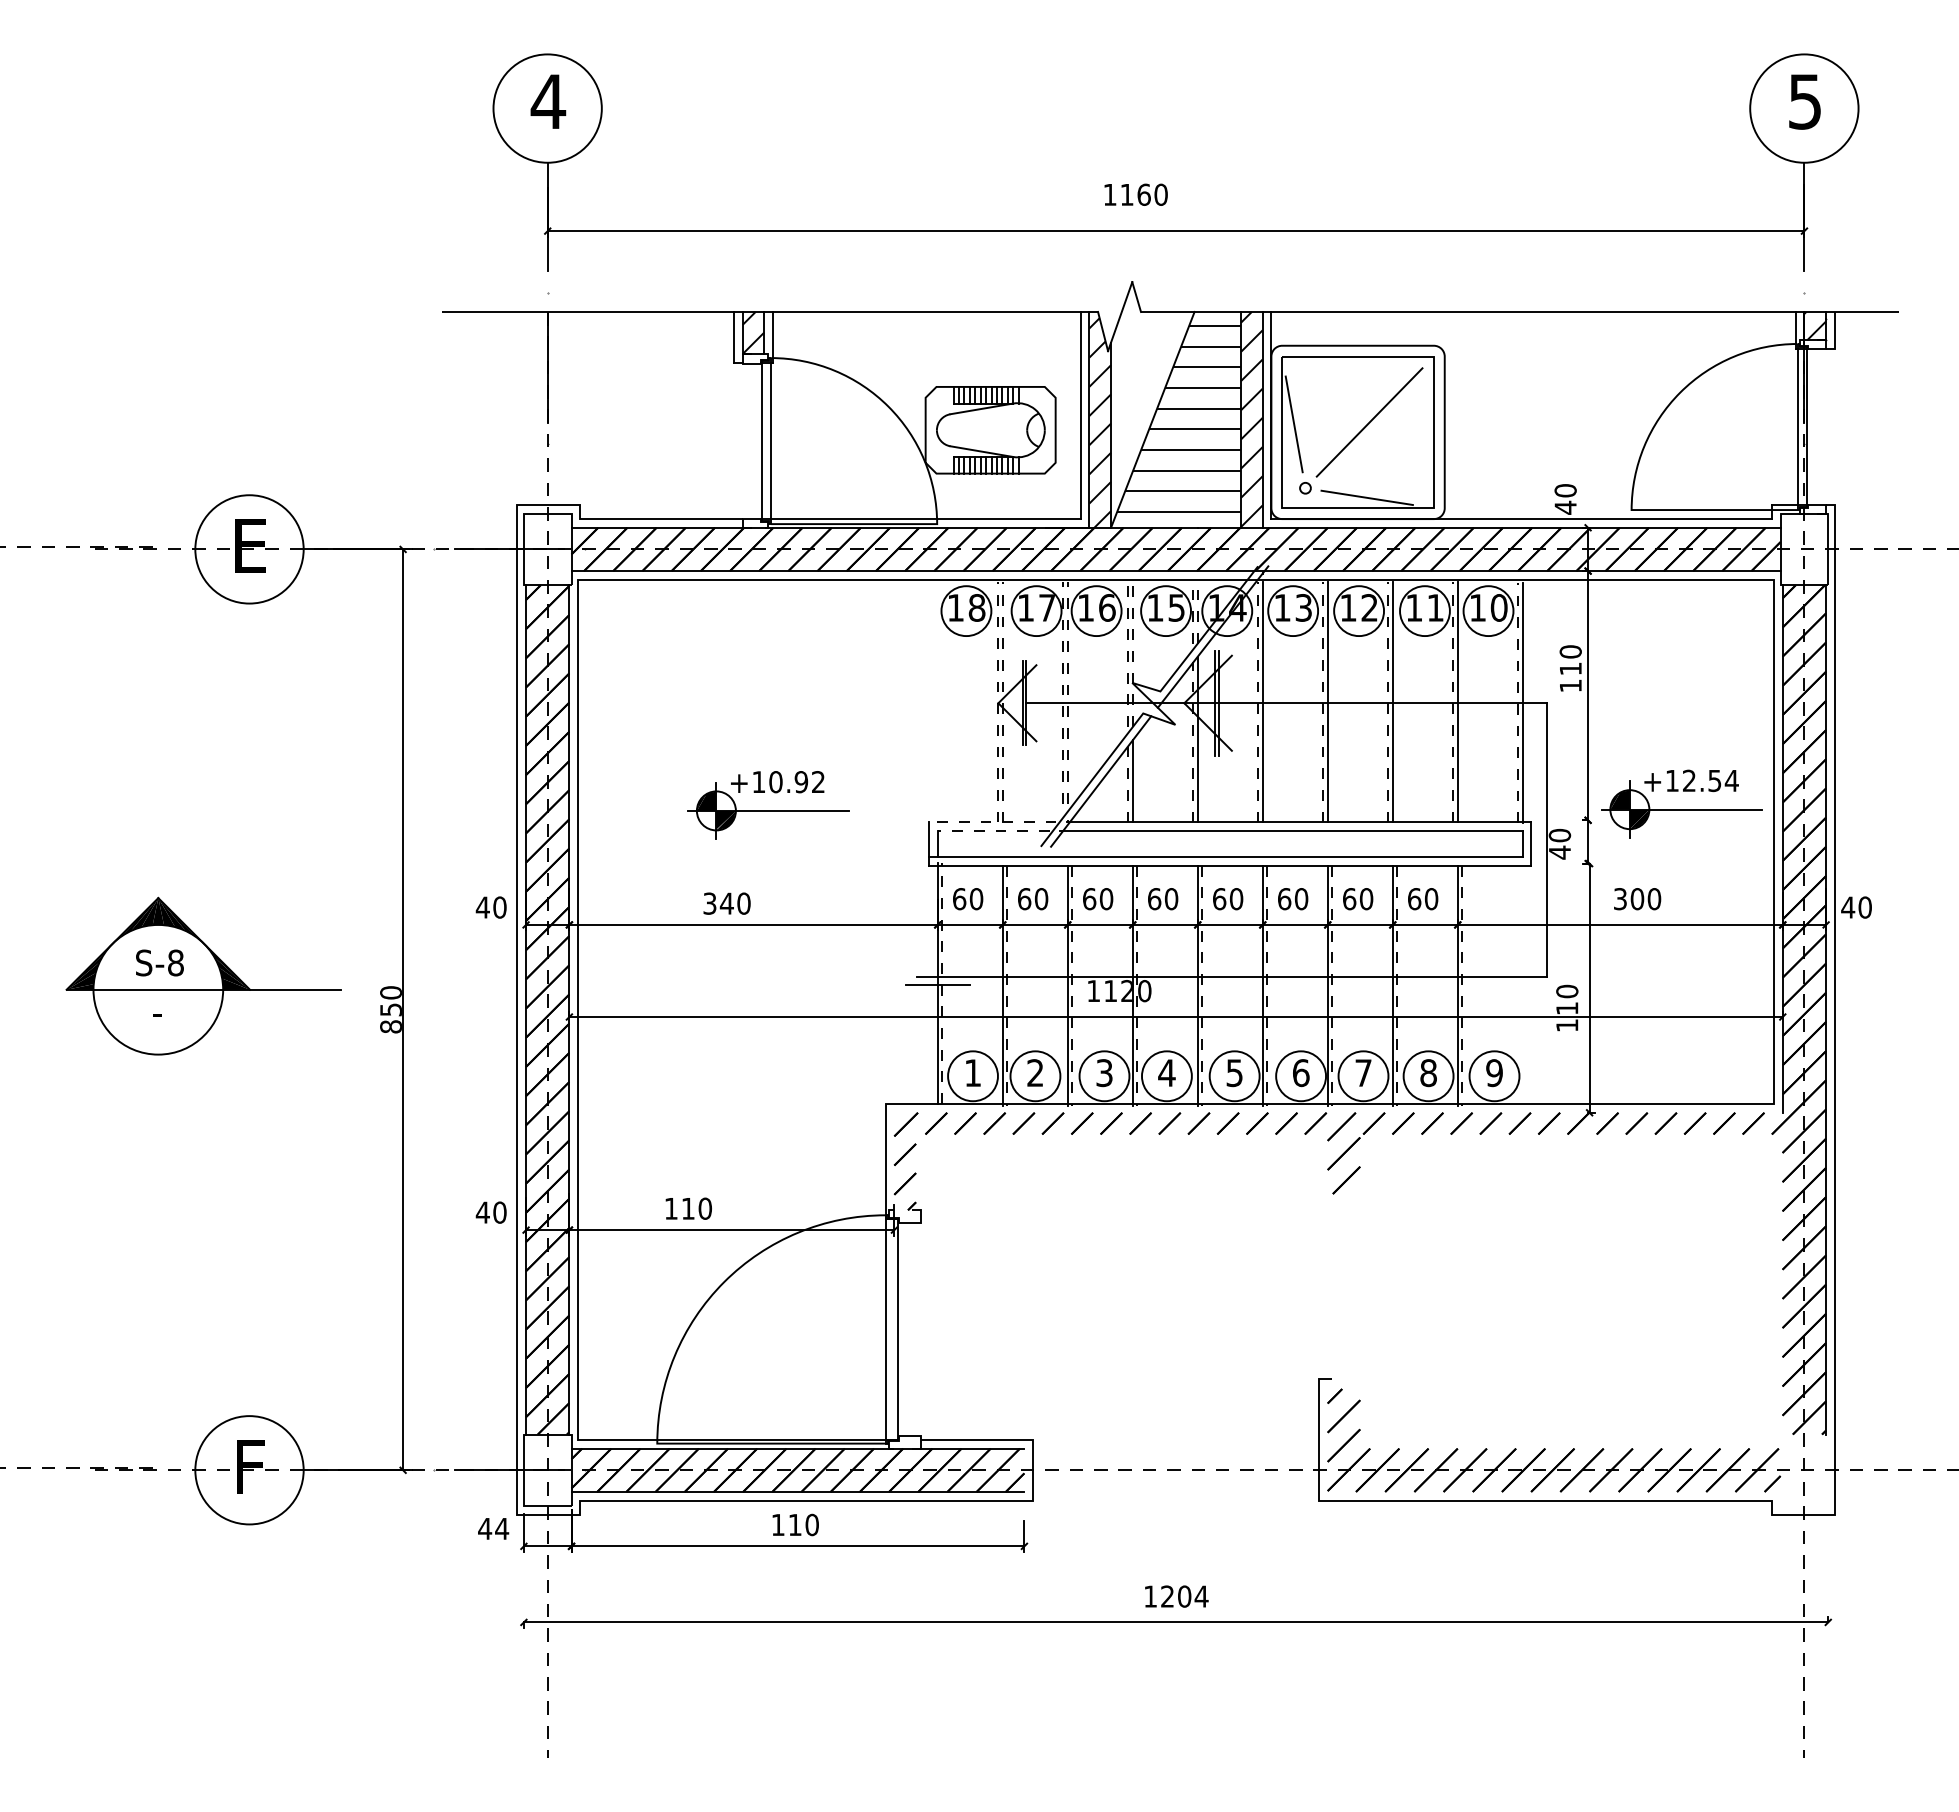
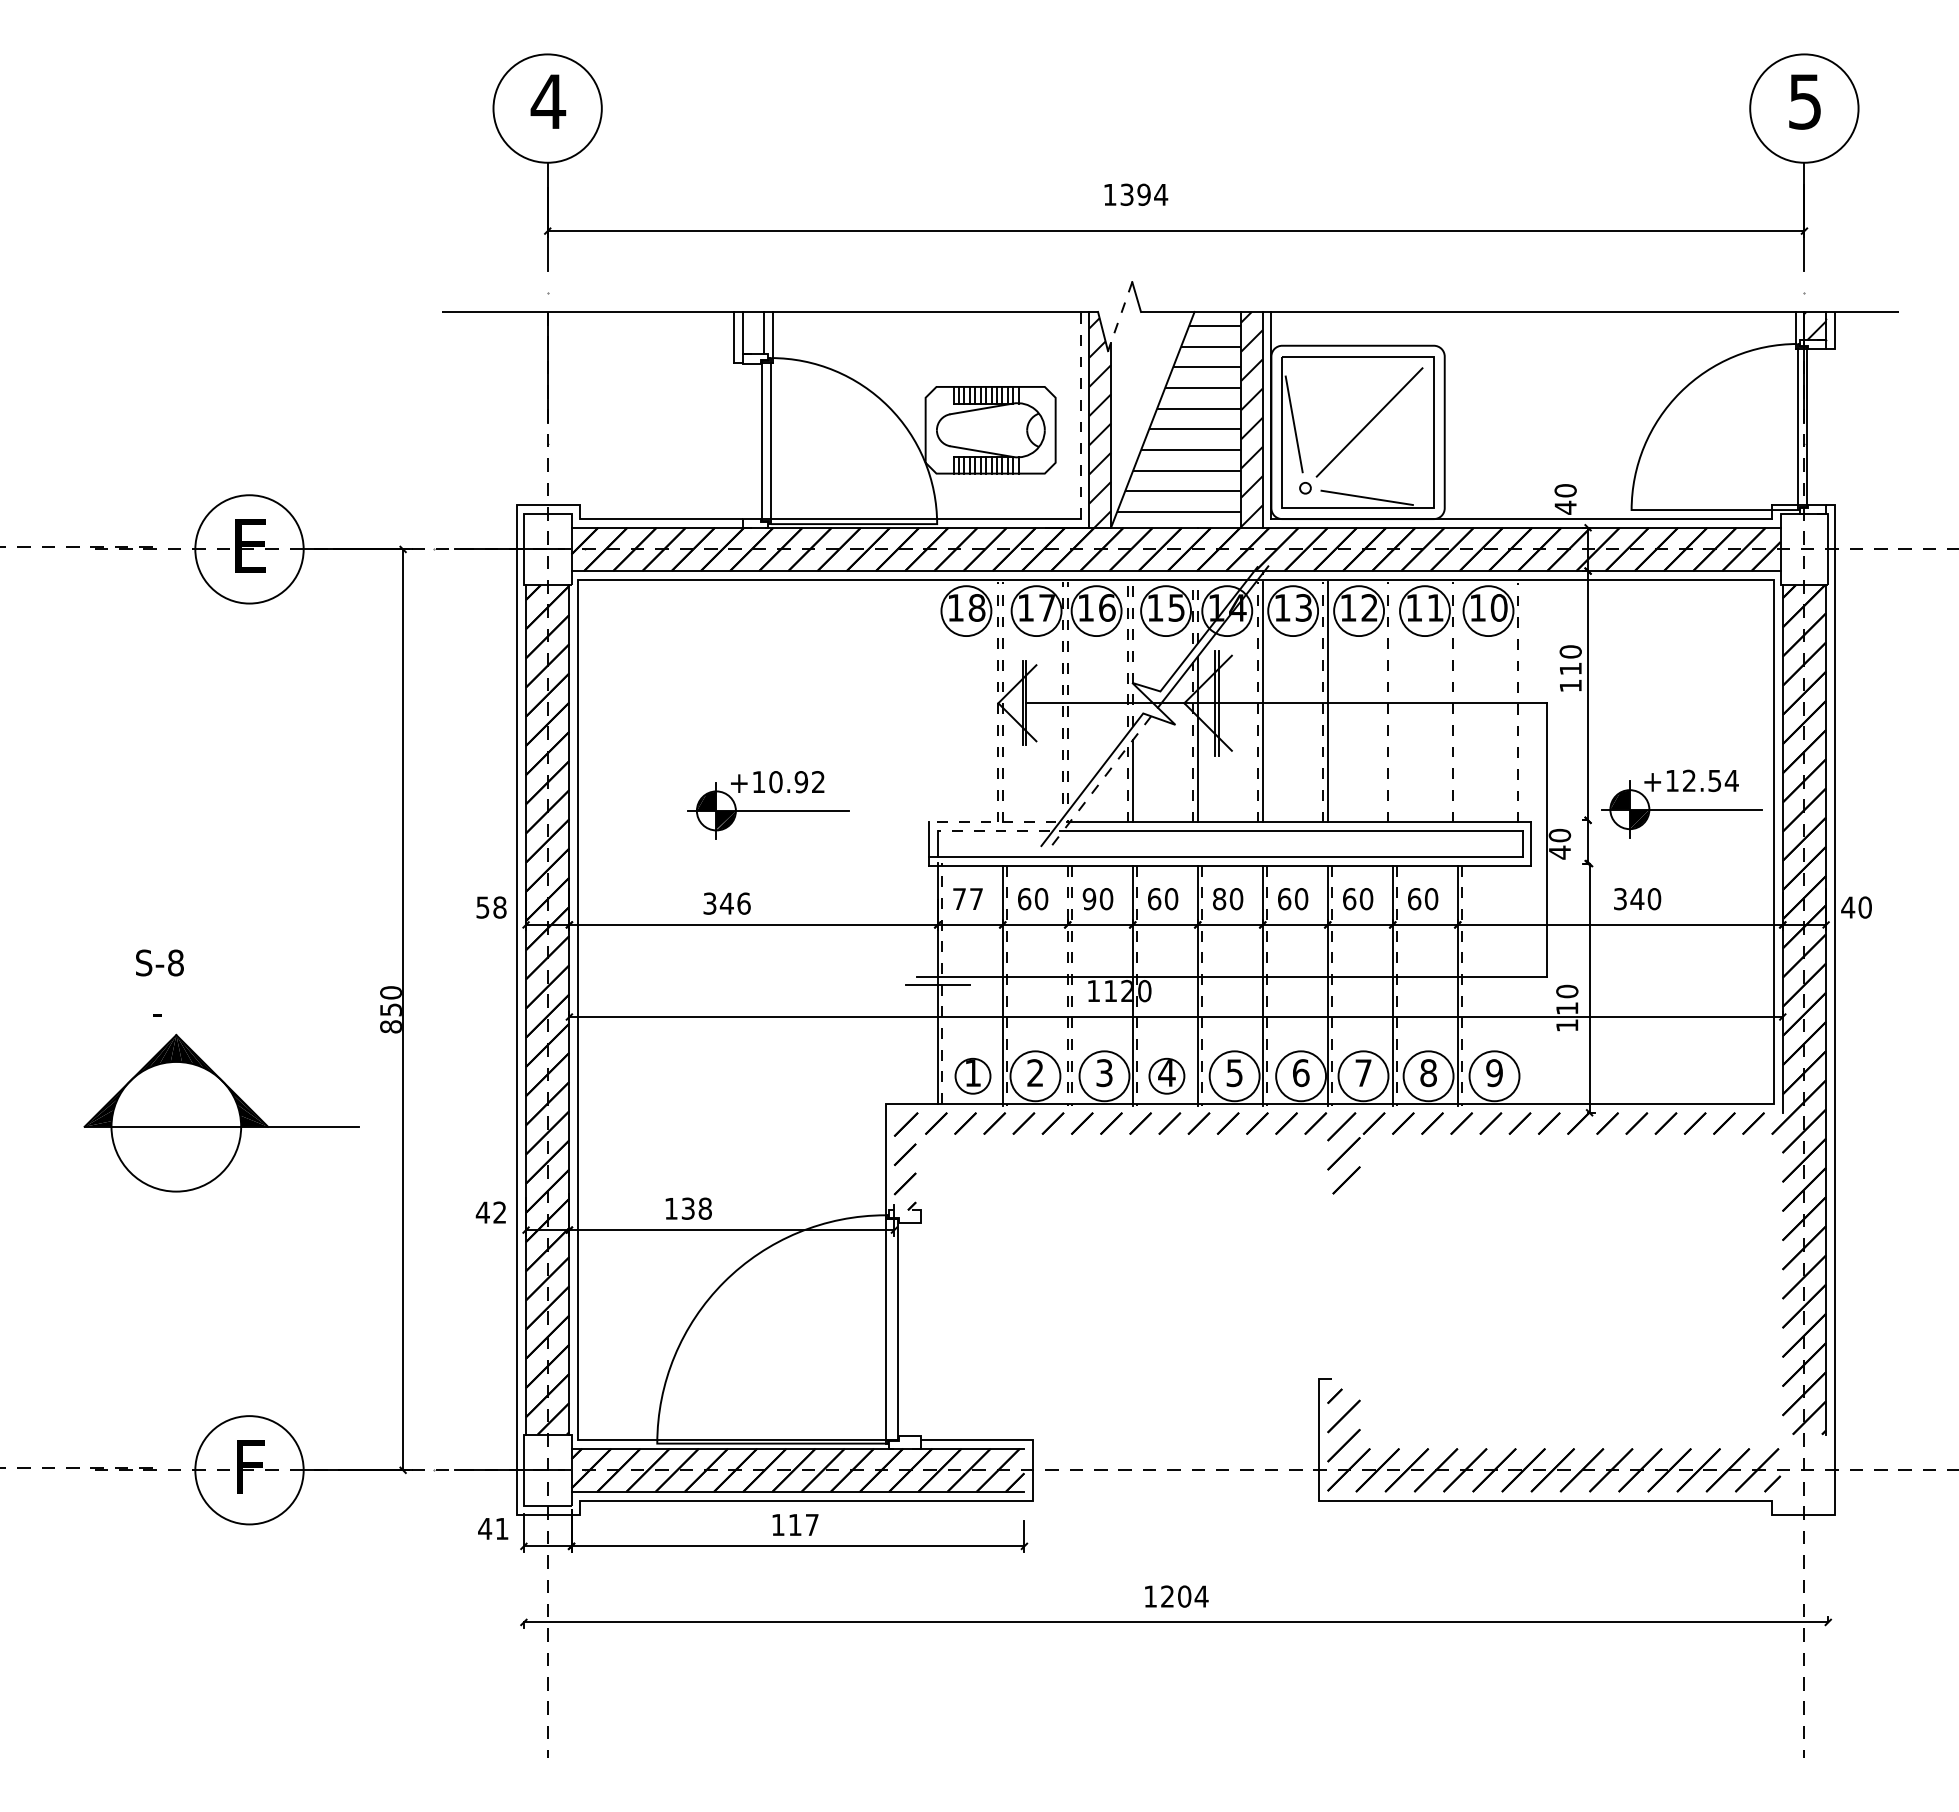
text at (1144, 194): 1160 -> 1394
line at (1120, 316): solid -> dashed
hatch at (753, 332): present -> none
line at (1080, 415): solid -> dashed
line at (1392, 701): present -> none
line at (1457, 701): present -> none
line at (1522, 702): present -> none
line at (1100, 781): solid -> dashed
text at (968, 899): 60 -> 77
text at (1089, 899): 60 -> 90
text at (1219, 899): 60 -> 80
text at (1637, 899): 300 -> 340
text at (743, 903): 340 -> 346
text at (490, 907): 40 -> 58
part at (203, 975) position: (203, 975) -> (221, 1112)
line at (1067, 986): solid -> dashed
circle at (972, 1076) diameter: 50 px -> 35 px
circle at (1166, 1076) diameter: 50 px -> 35 px
text at (696, 1208): 110 -> 138
text at (499, 1212): 40 -> 42
text at (811, 1524): 110 -> 117
text at (502, 1528): 44 -> 41
